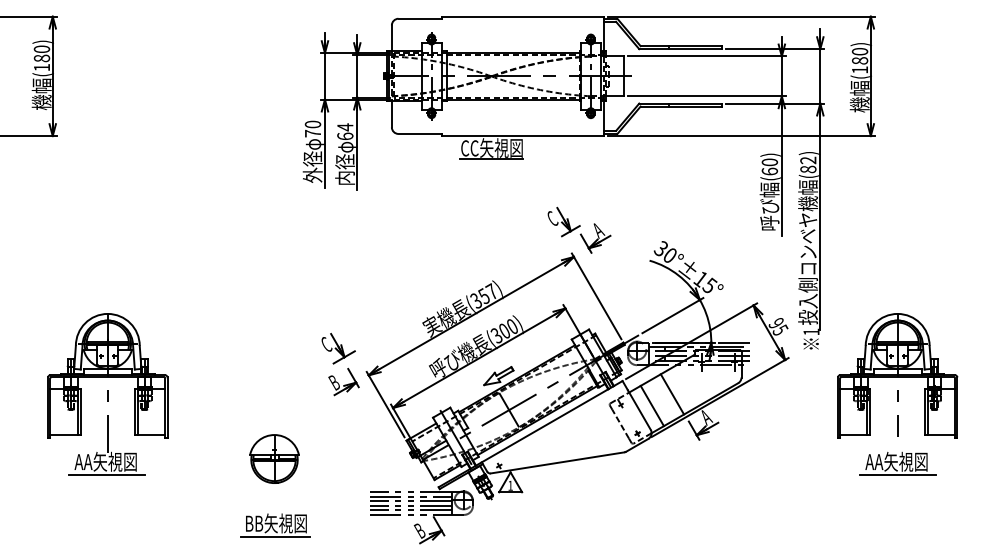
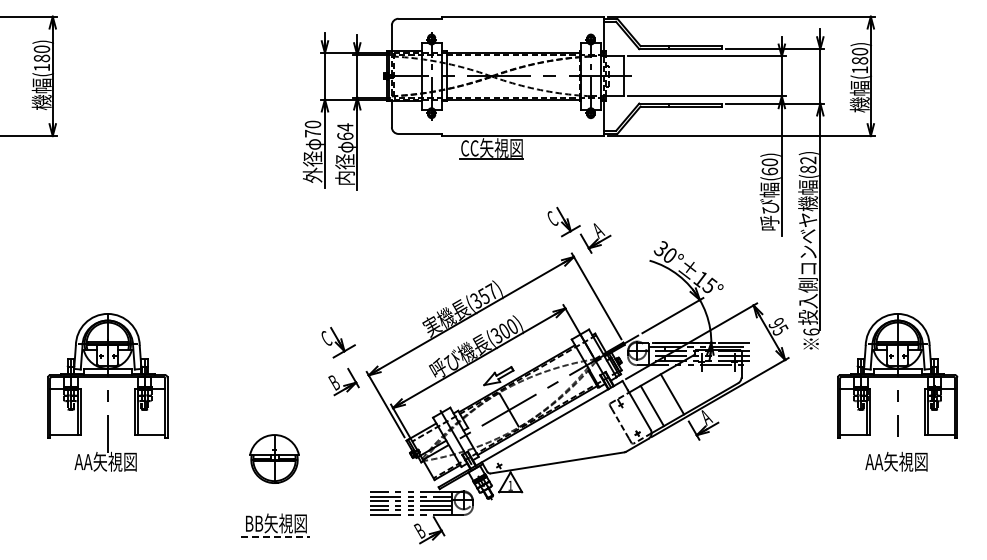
text at (811, 331): 1 -> 6
part at (338, 348) position: (338, 348) -> (338, 342)
line at (107, 474): present -> none
line at (897, 474): present -> none
line at (275, 537): solid -> dashed
